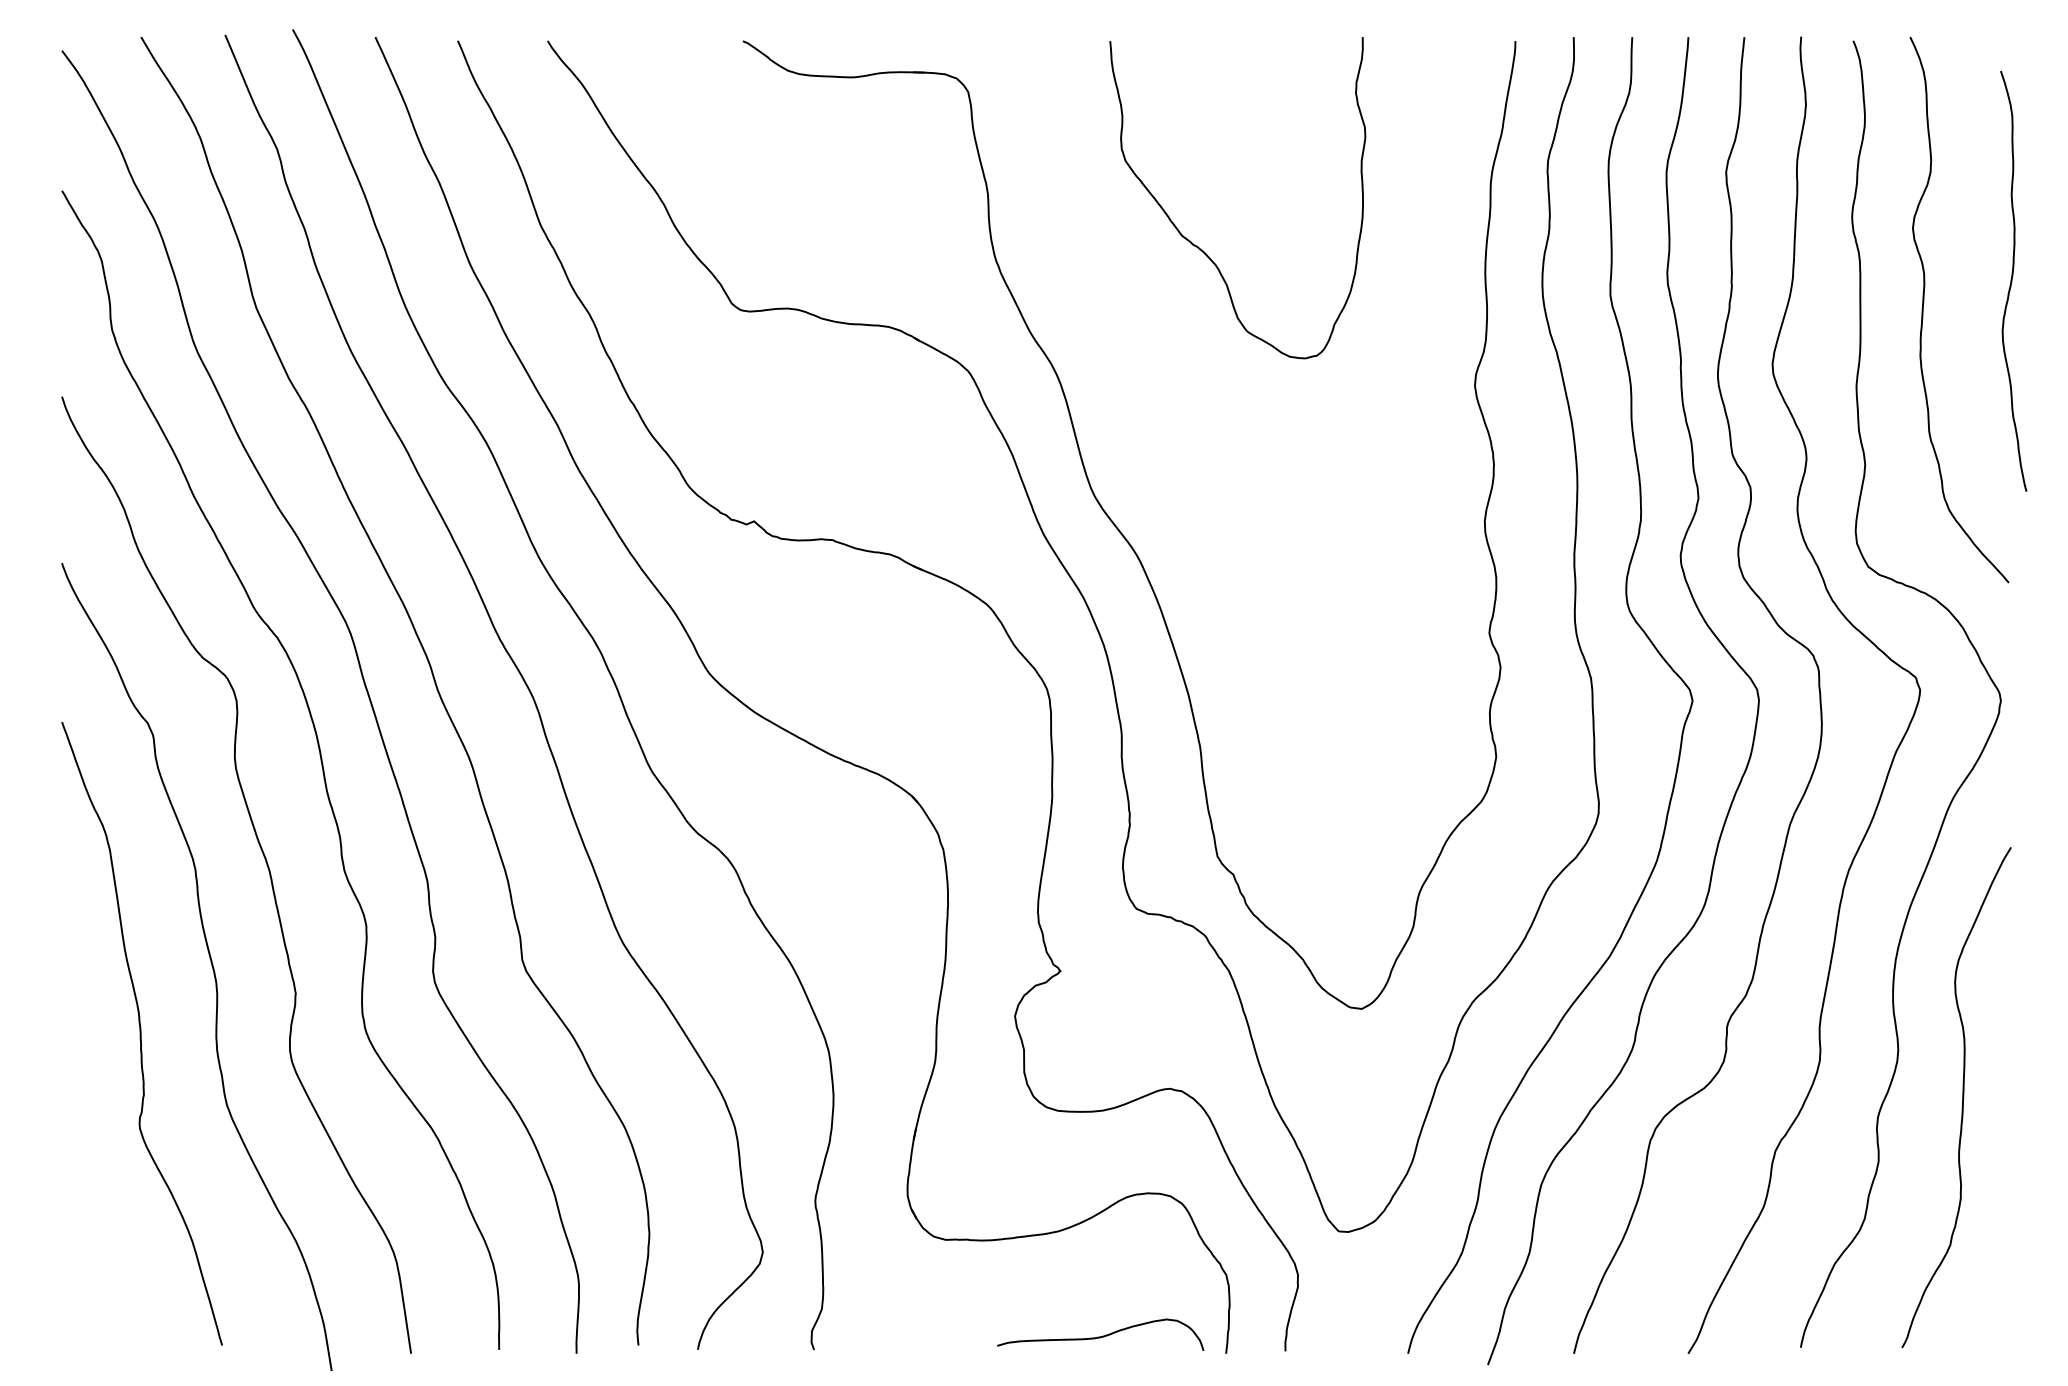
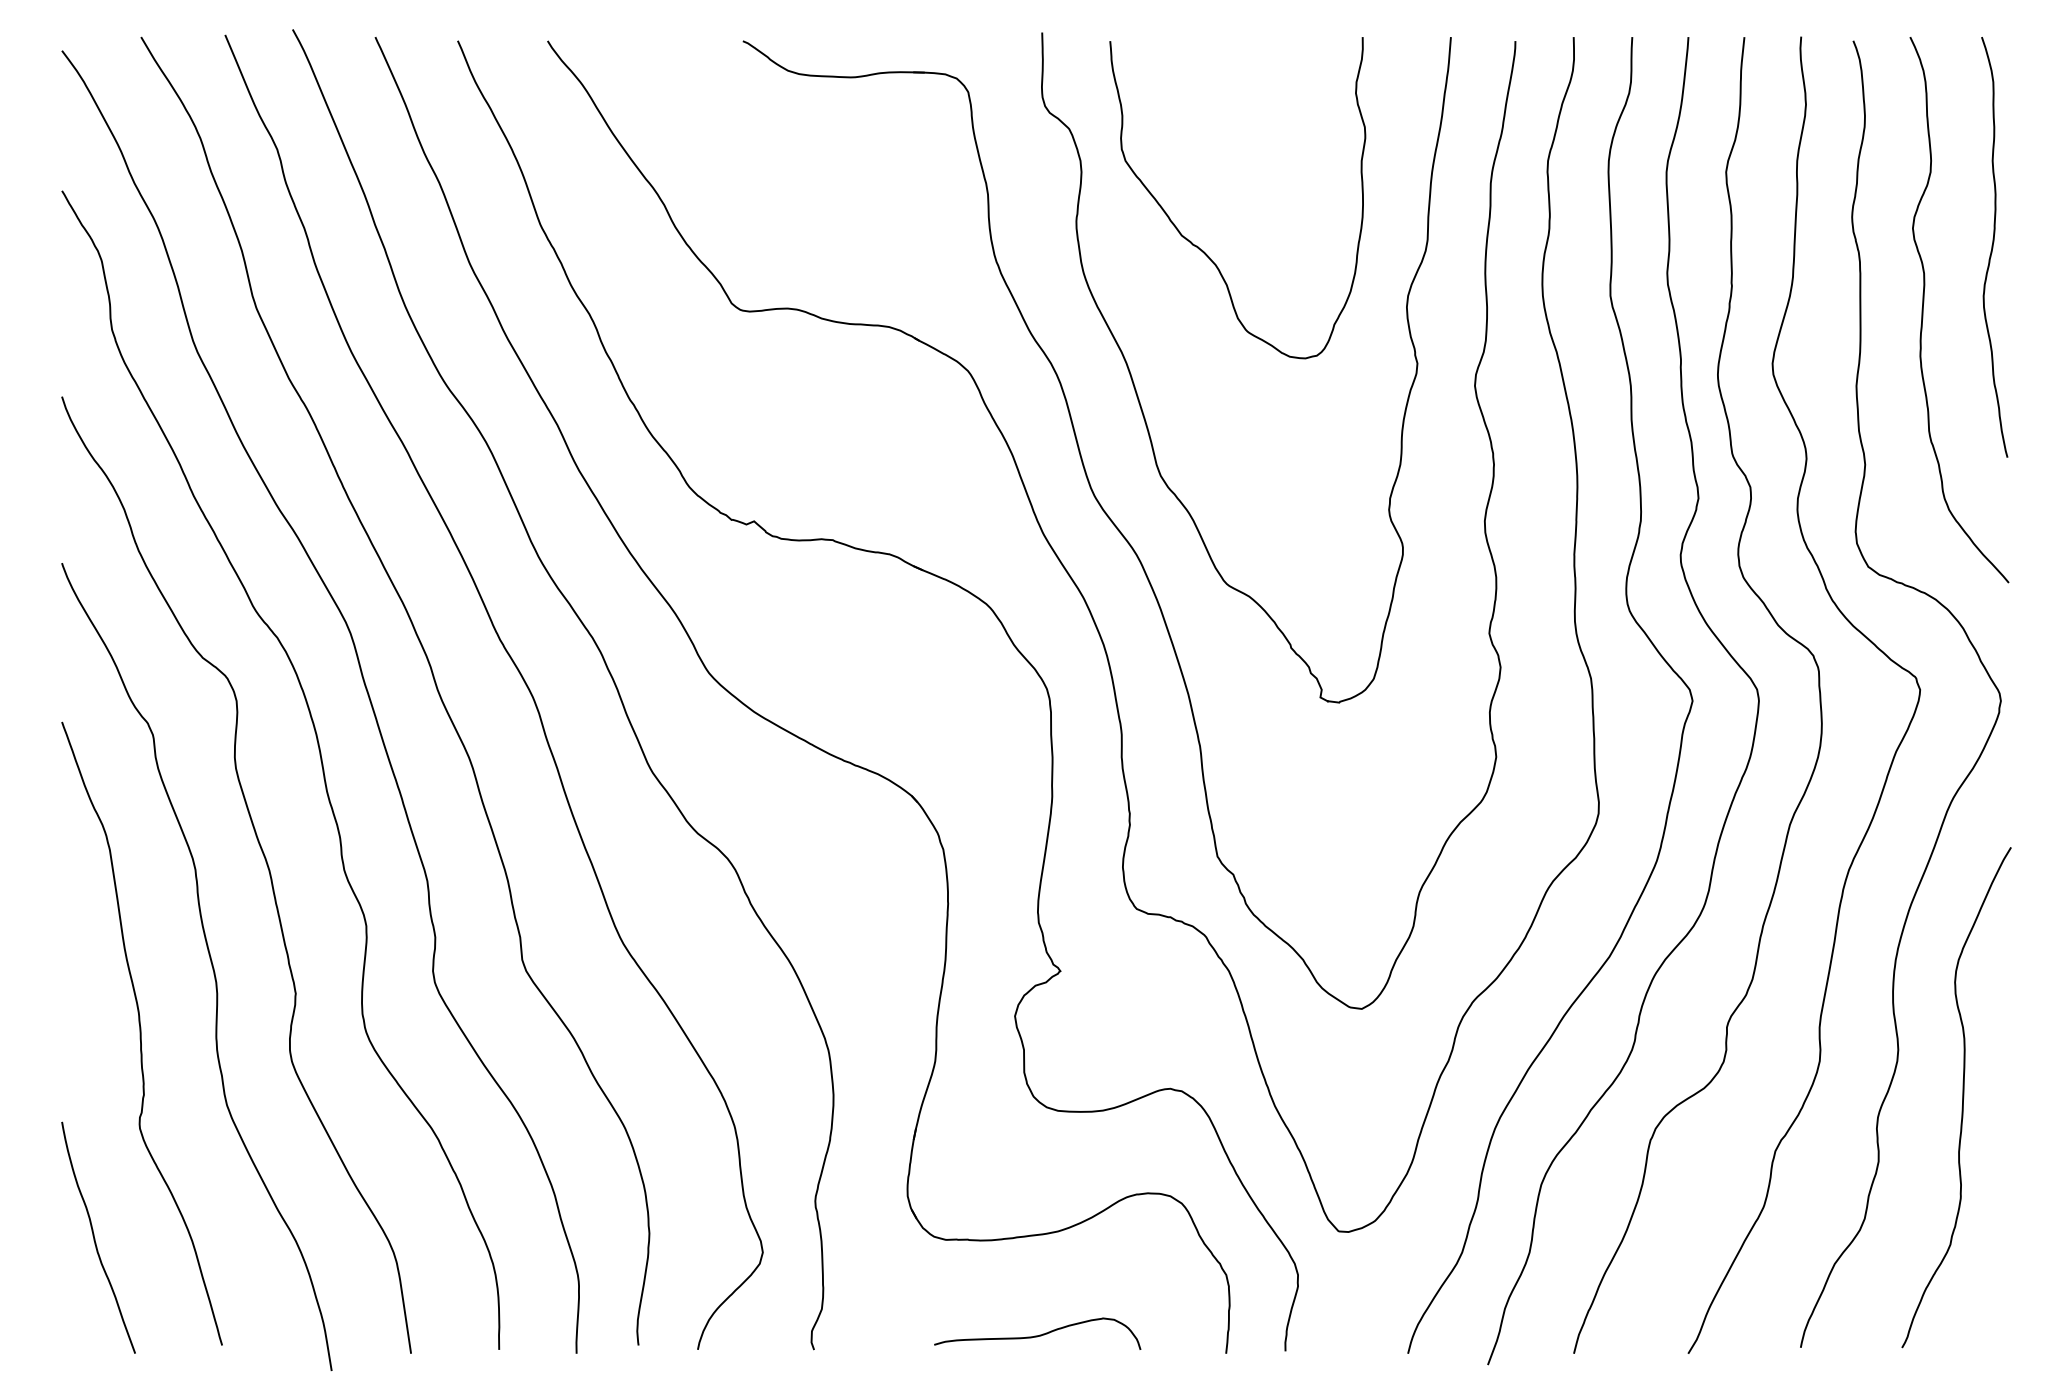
curve at (2012, 281) position: (2012, 281) -> (1993, 247)
curve at (1139, 398): none -> present
curve at (95, 1238): none -> present
curve at (1100, 1336) position: (1100, 1336) -> (1037, 1335)
